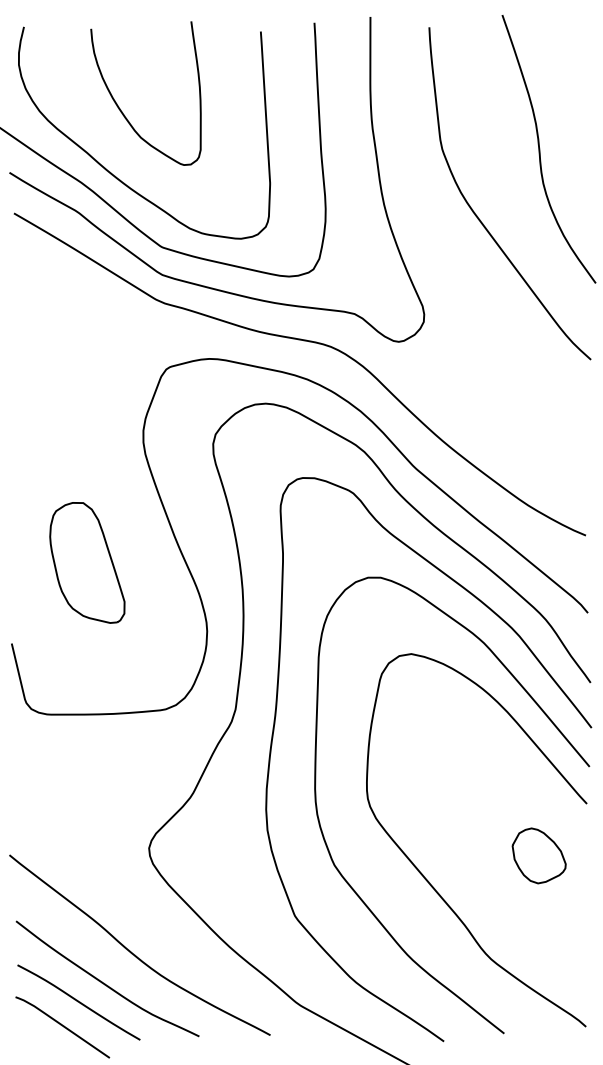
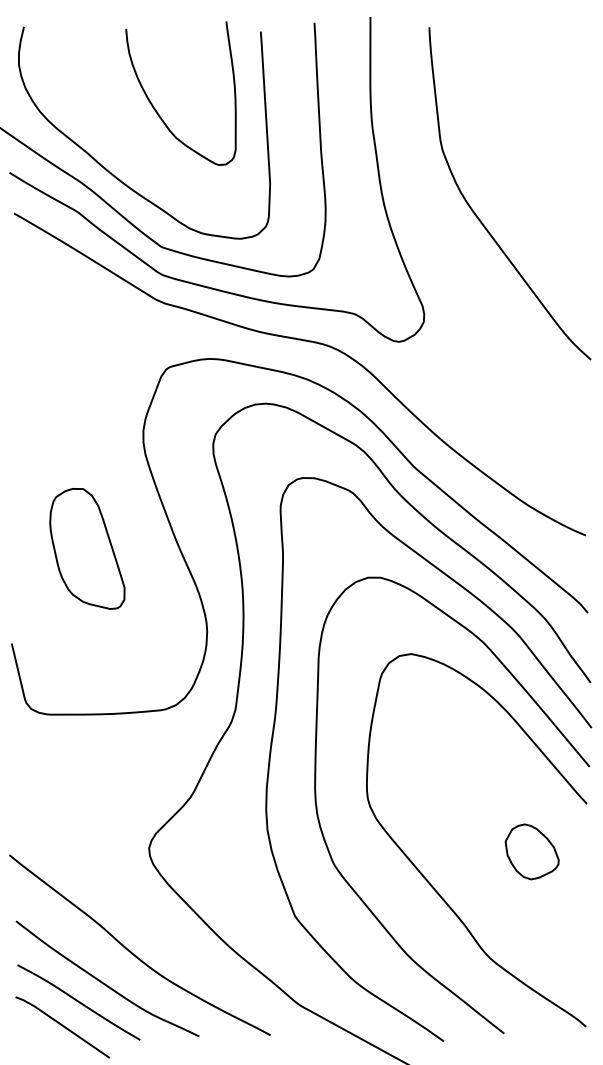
curve at (120, 108) position: (120, 108) -> (155, 108)
curve at (540, 149): present -> none
part at (87, 562) position: (87, 562) -> (87, 548)
part at (538, 855) position: (538, 855) -> (531, 851)
